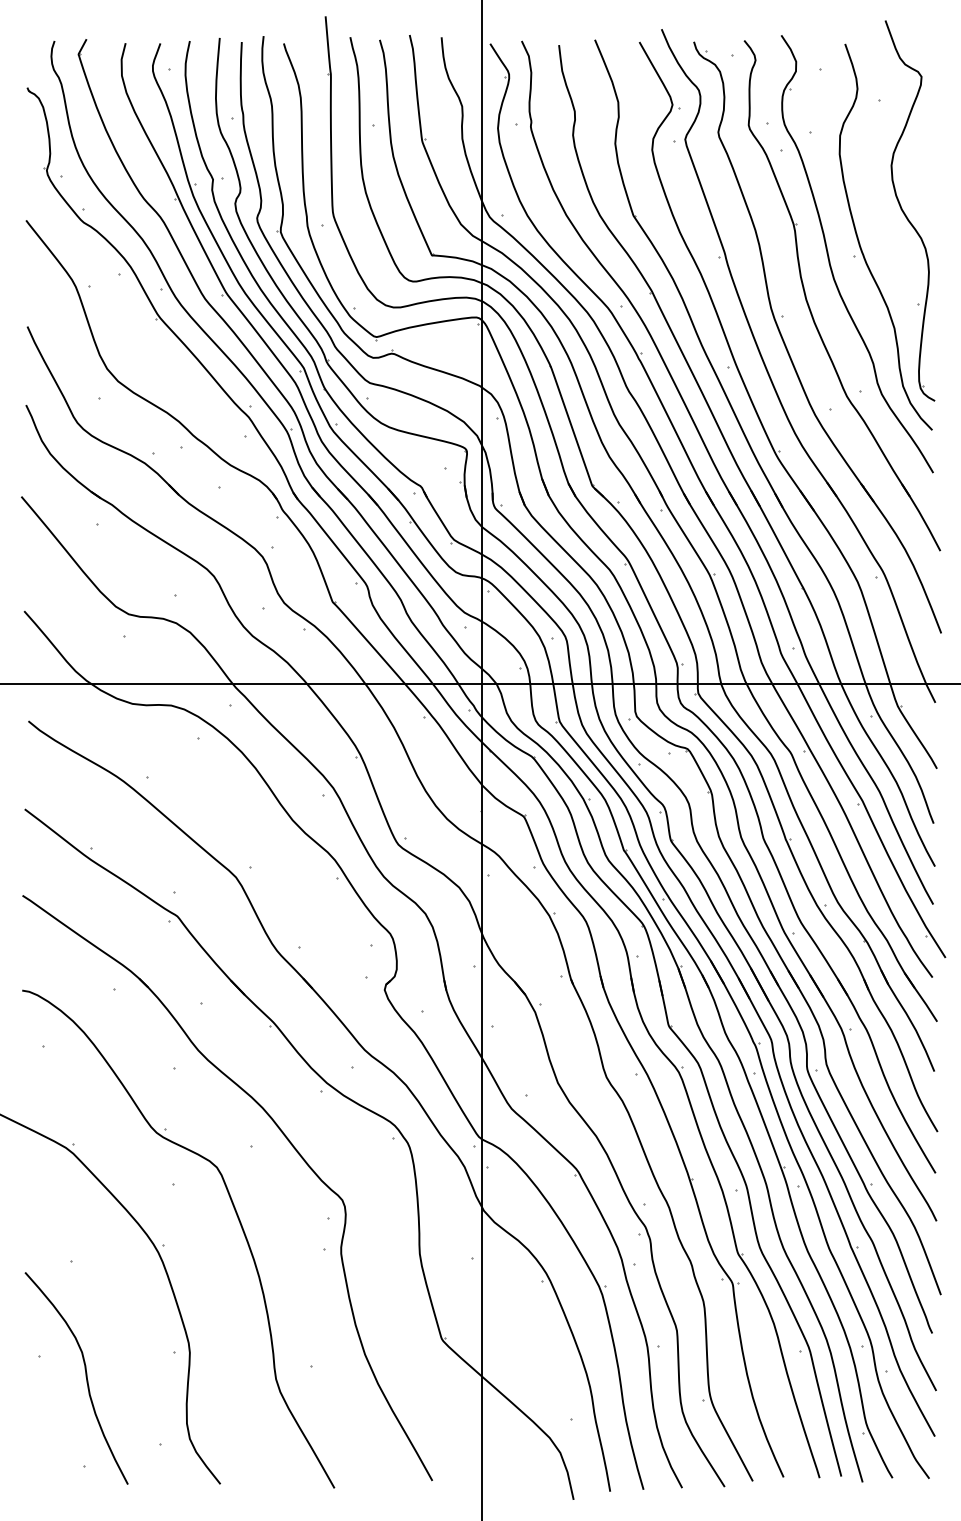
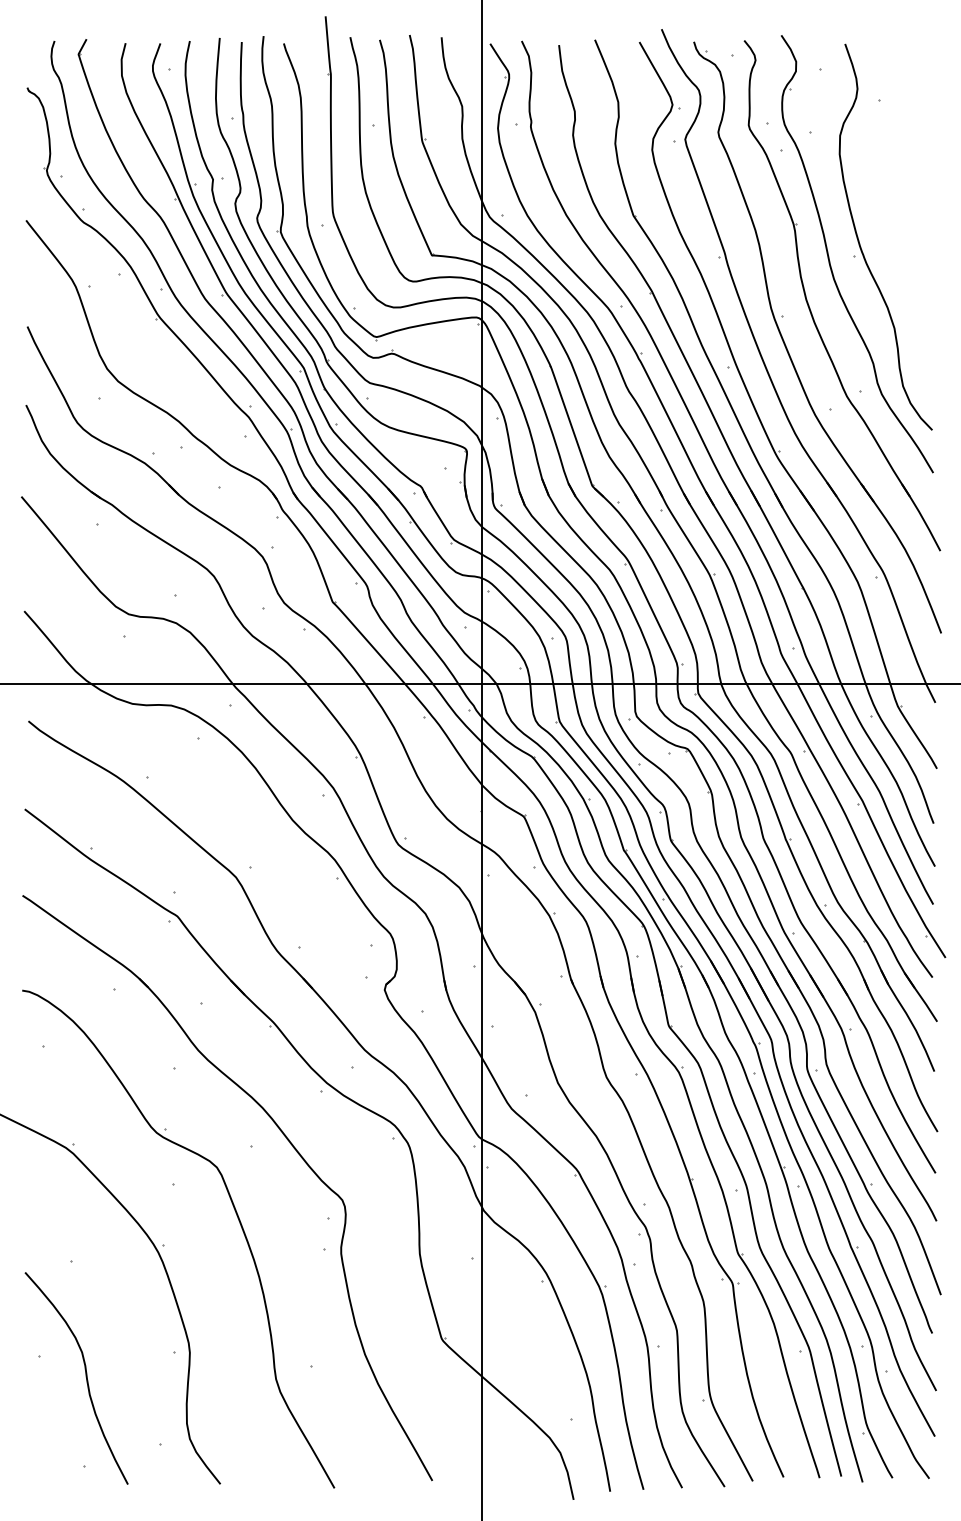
part at (909, 210): present -> none
